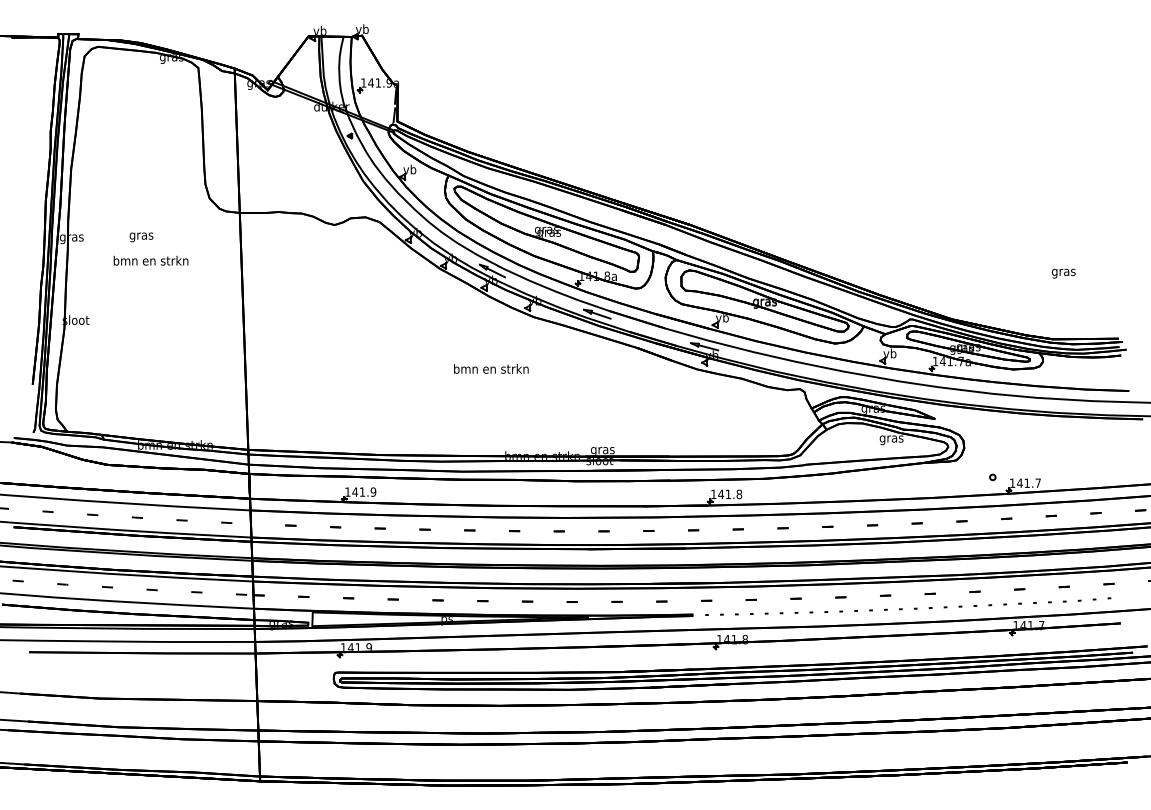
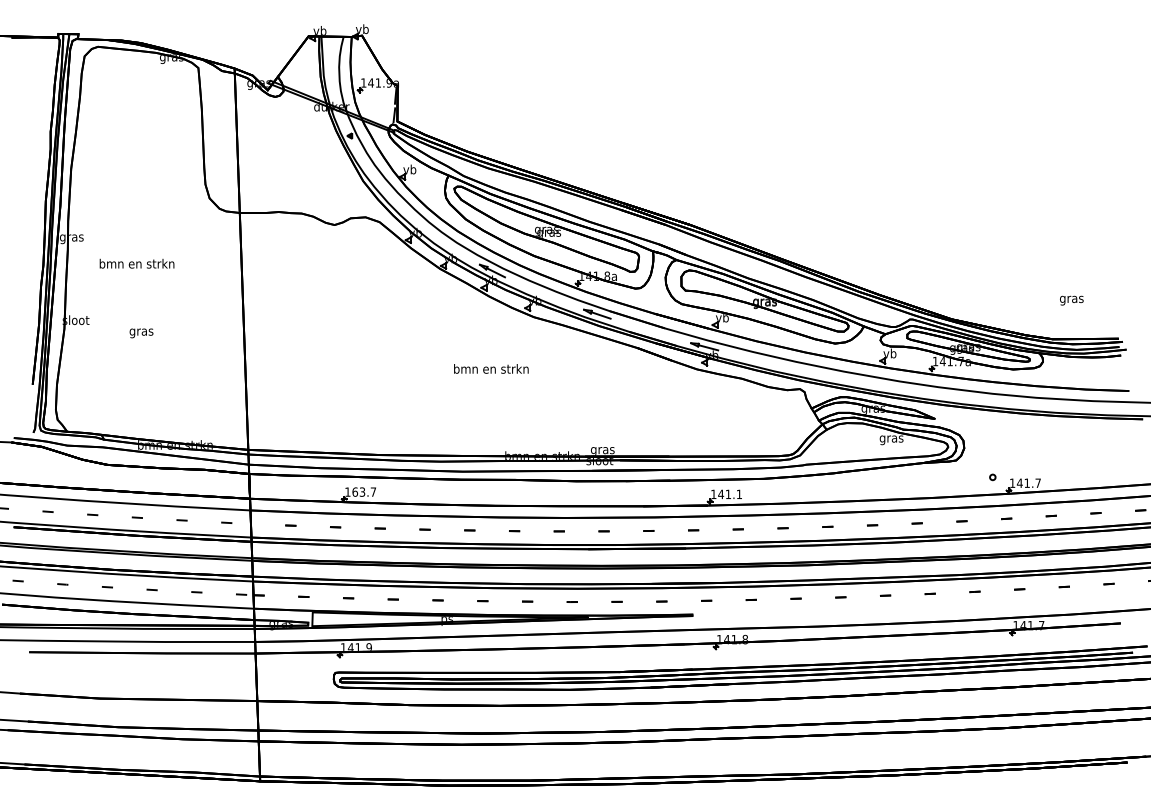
text at (141, 237) position: (141, 237) -> (141, 333)
text at (150, 260) position: (150, 260) -> (136, 263)
text at (1063, 273) position: (1063, 273) -> (1071, 300)
text at (364, 491): 141.9 -> 163.7
text at (739, 494): 141.8 -> 141.1
curve at (914, 607): present -> none
